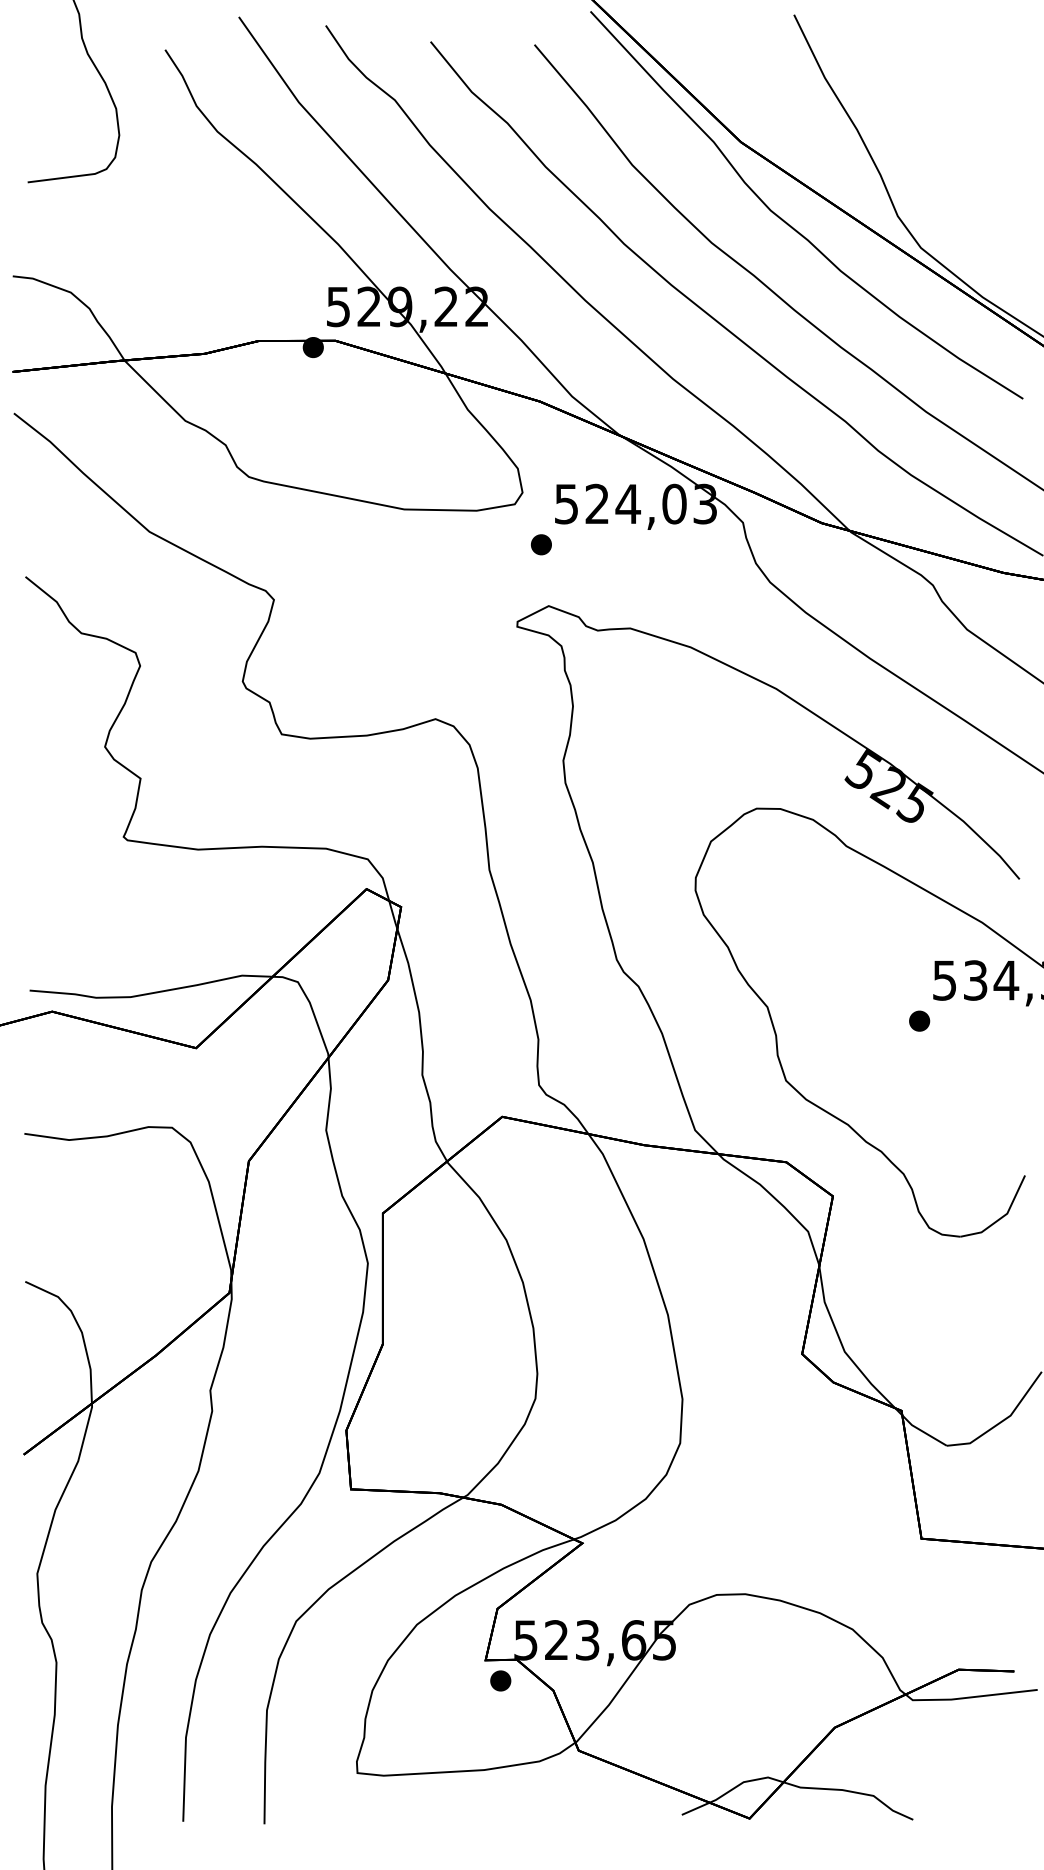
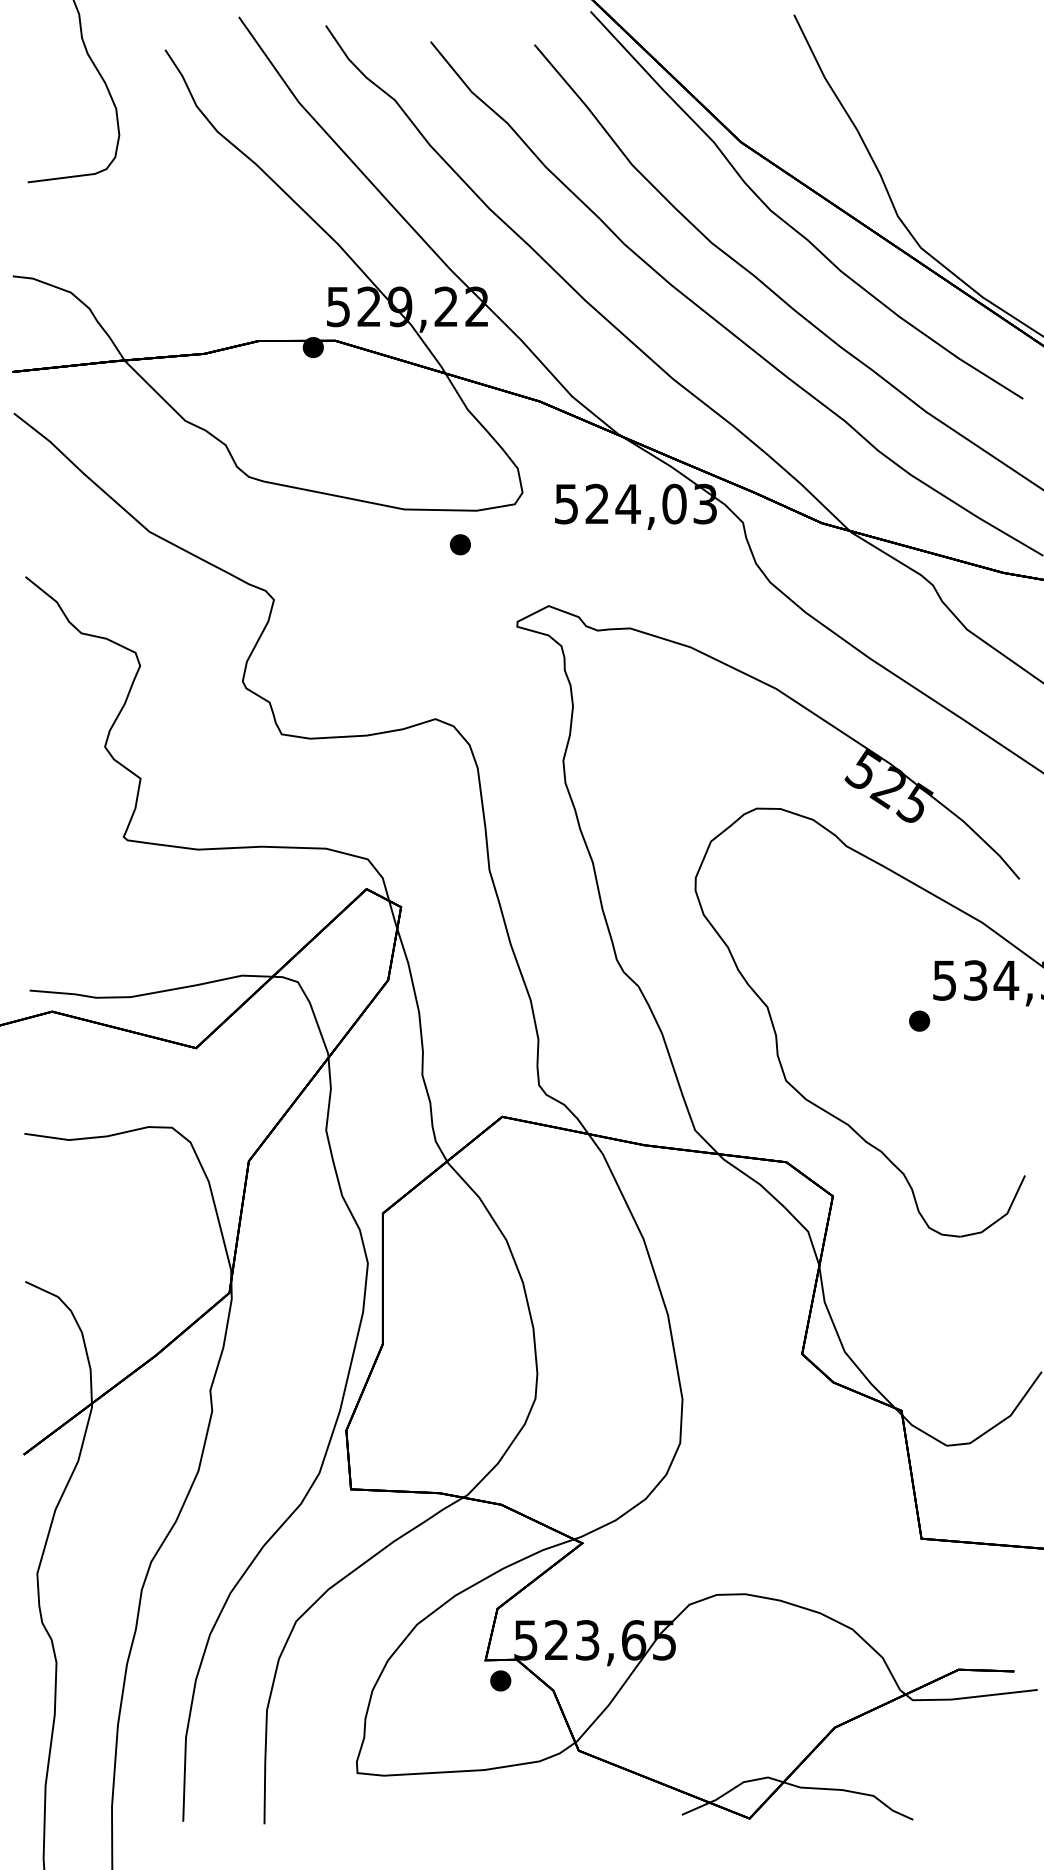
part at (541, 544) position: (541, 544) -> (460, 544)
